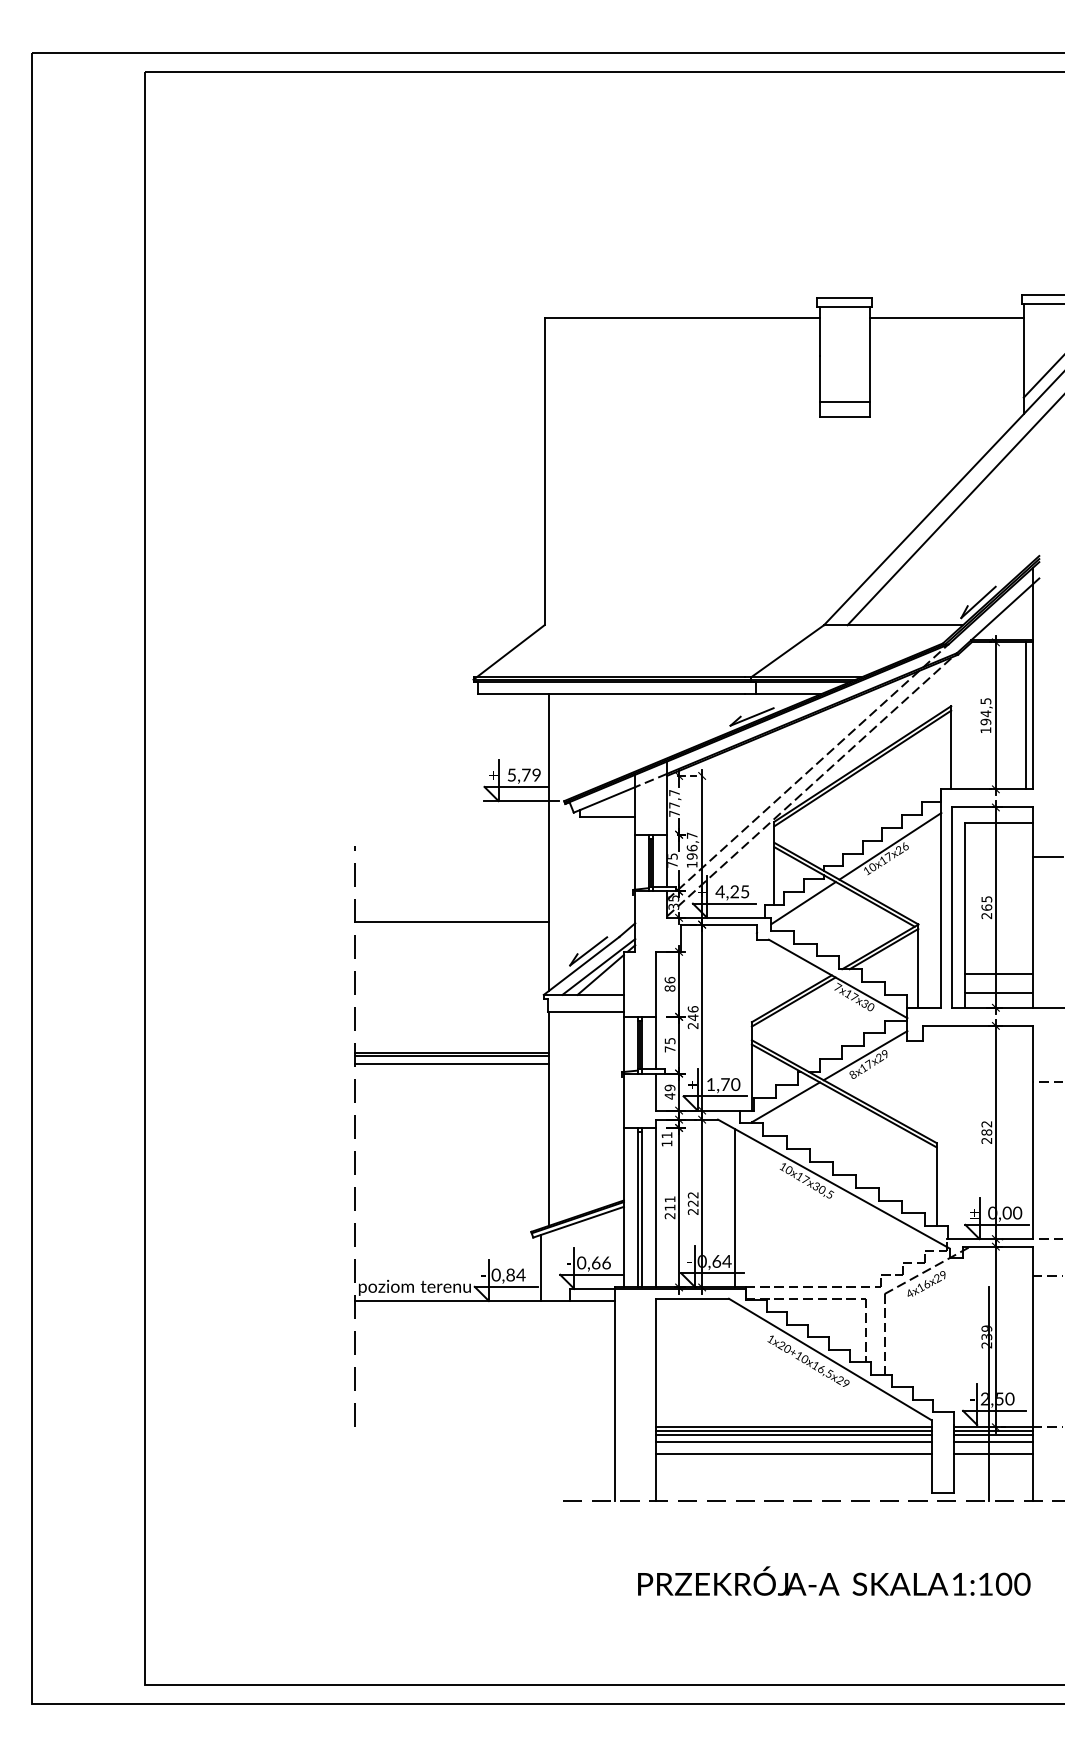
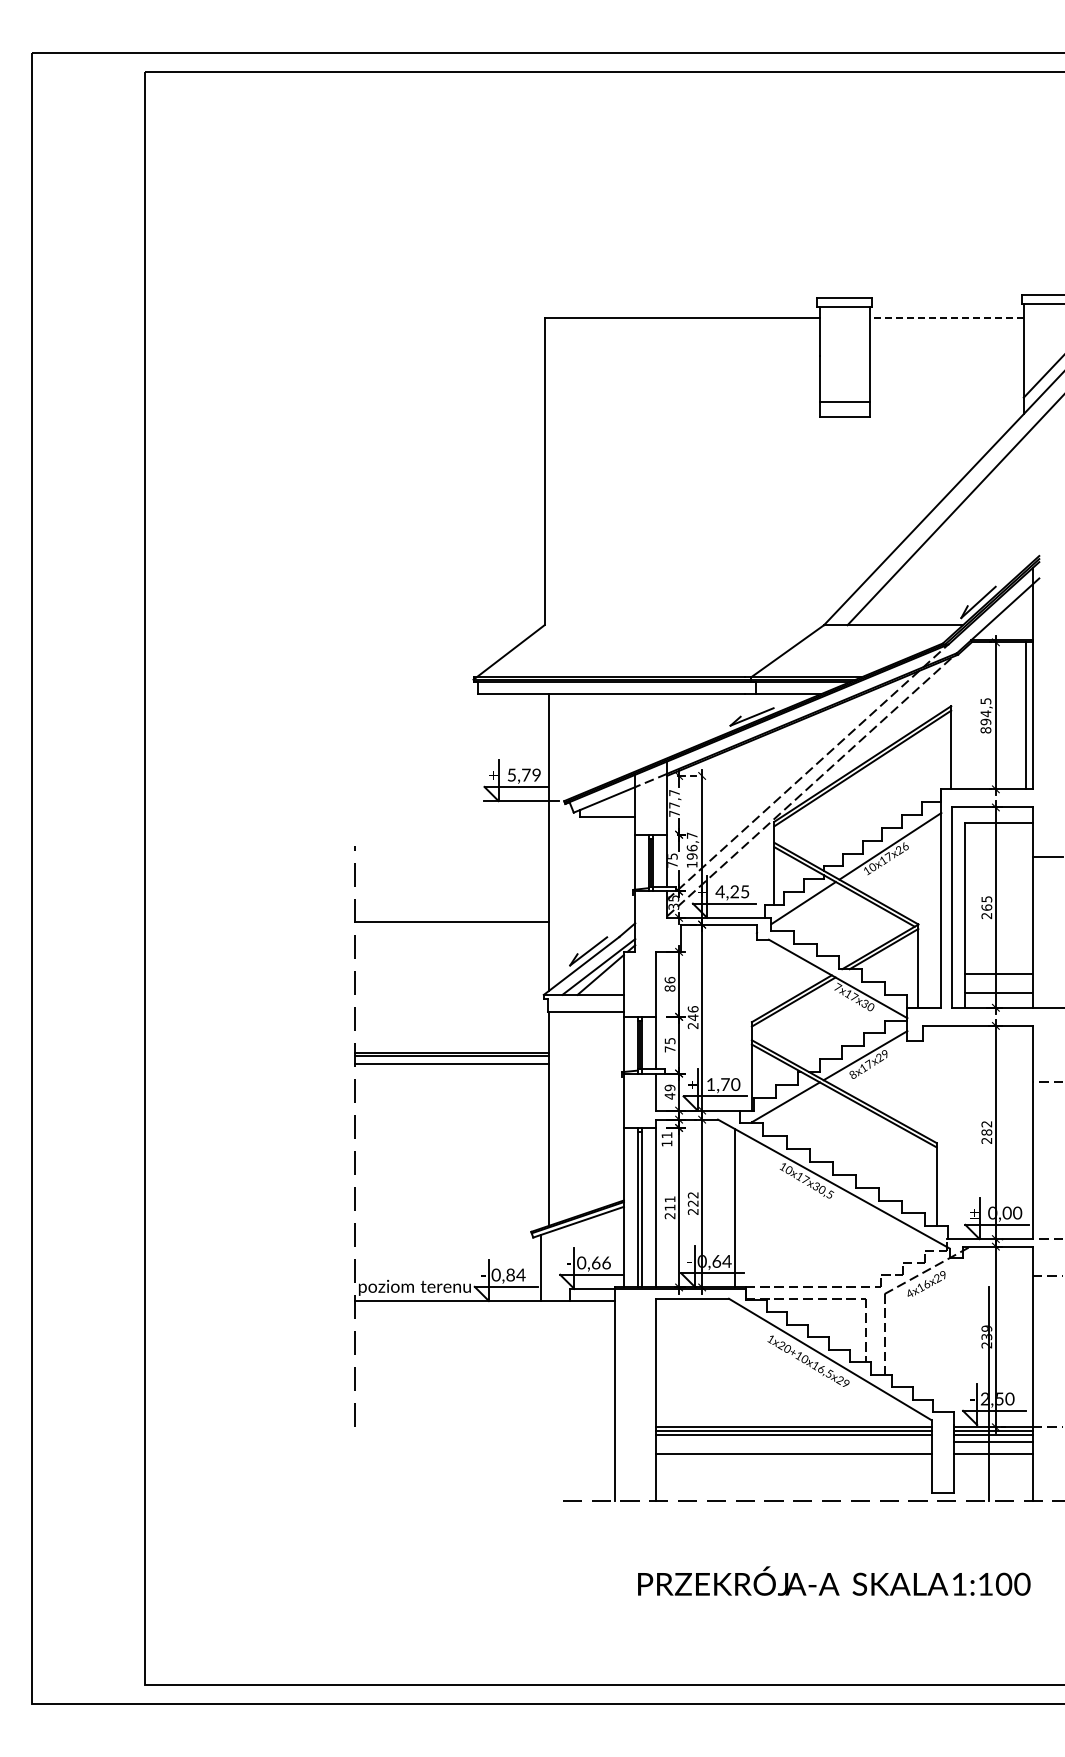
line at (946, 317): solid -> dashed
text at (985, 730): 194,5 -> 894,5
line at (793, 1442): present -> none
